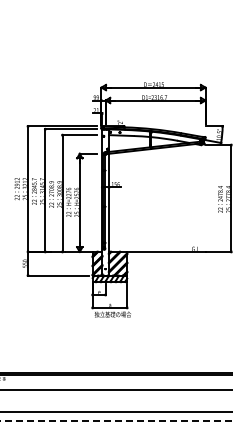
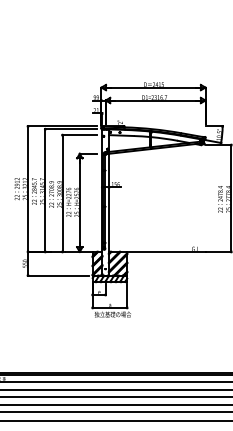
line at (115, 382): none -> present
line at (115, 397): none -> present
line at (115, 404): none -> present
line at (116, 420): dashed -> solid
